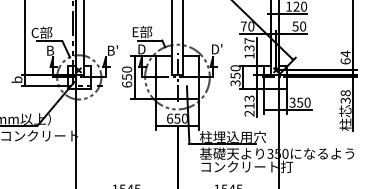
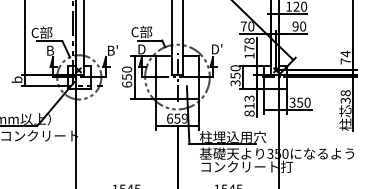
text at (295, 26): 50 -> 90
text at (134, 32): E部 -> C部
text at (249, 44): 137 -> 178
text at (345, 61): 64 -> 74
text at (249, 113): 213 -> 813
text at (184, 118): 650 -> 659
